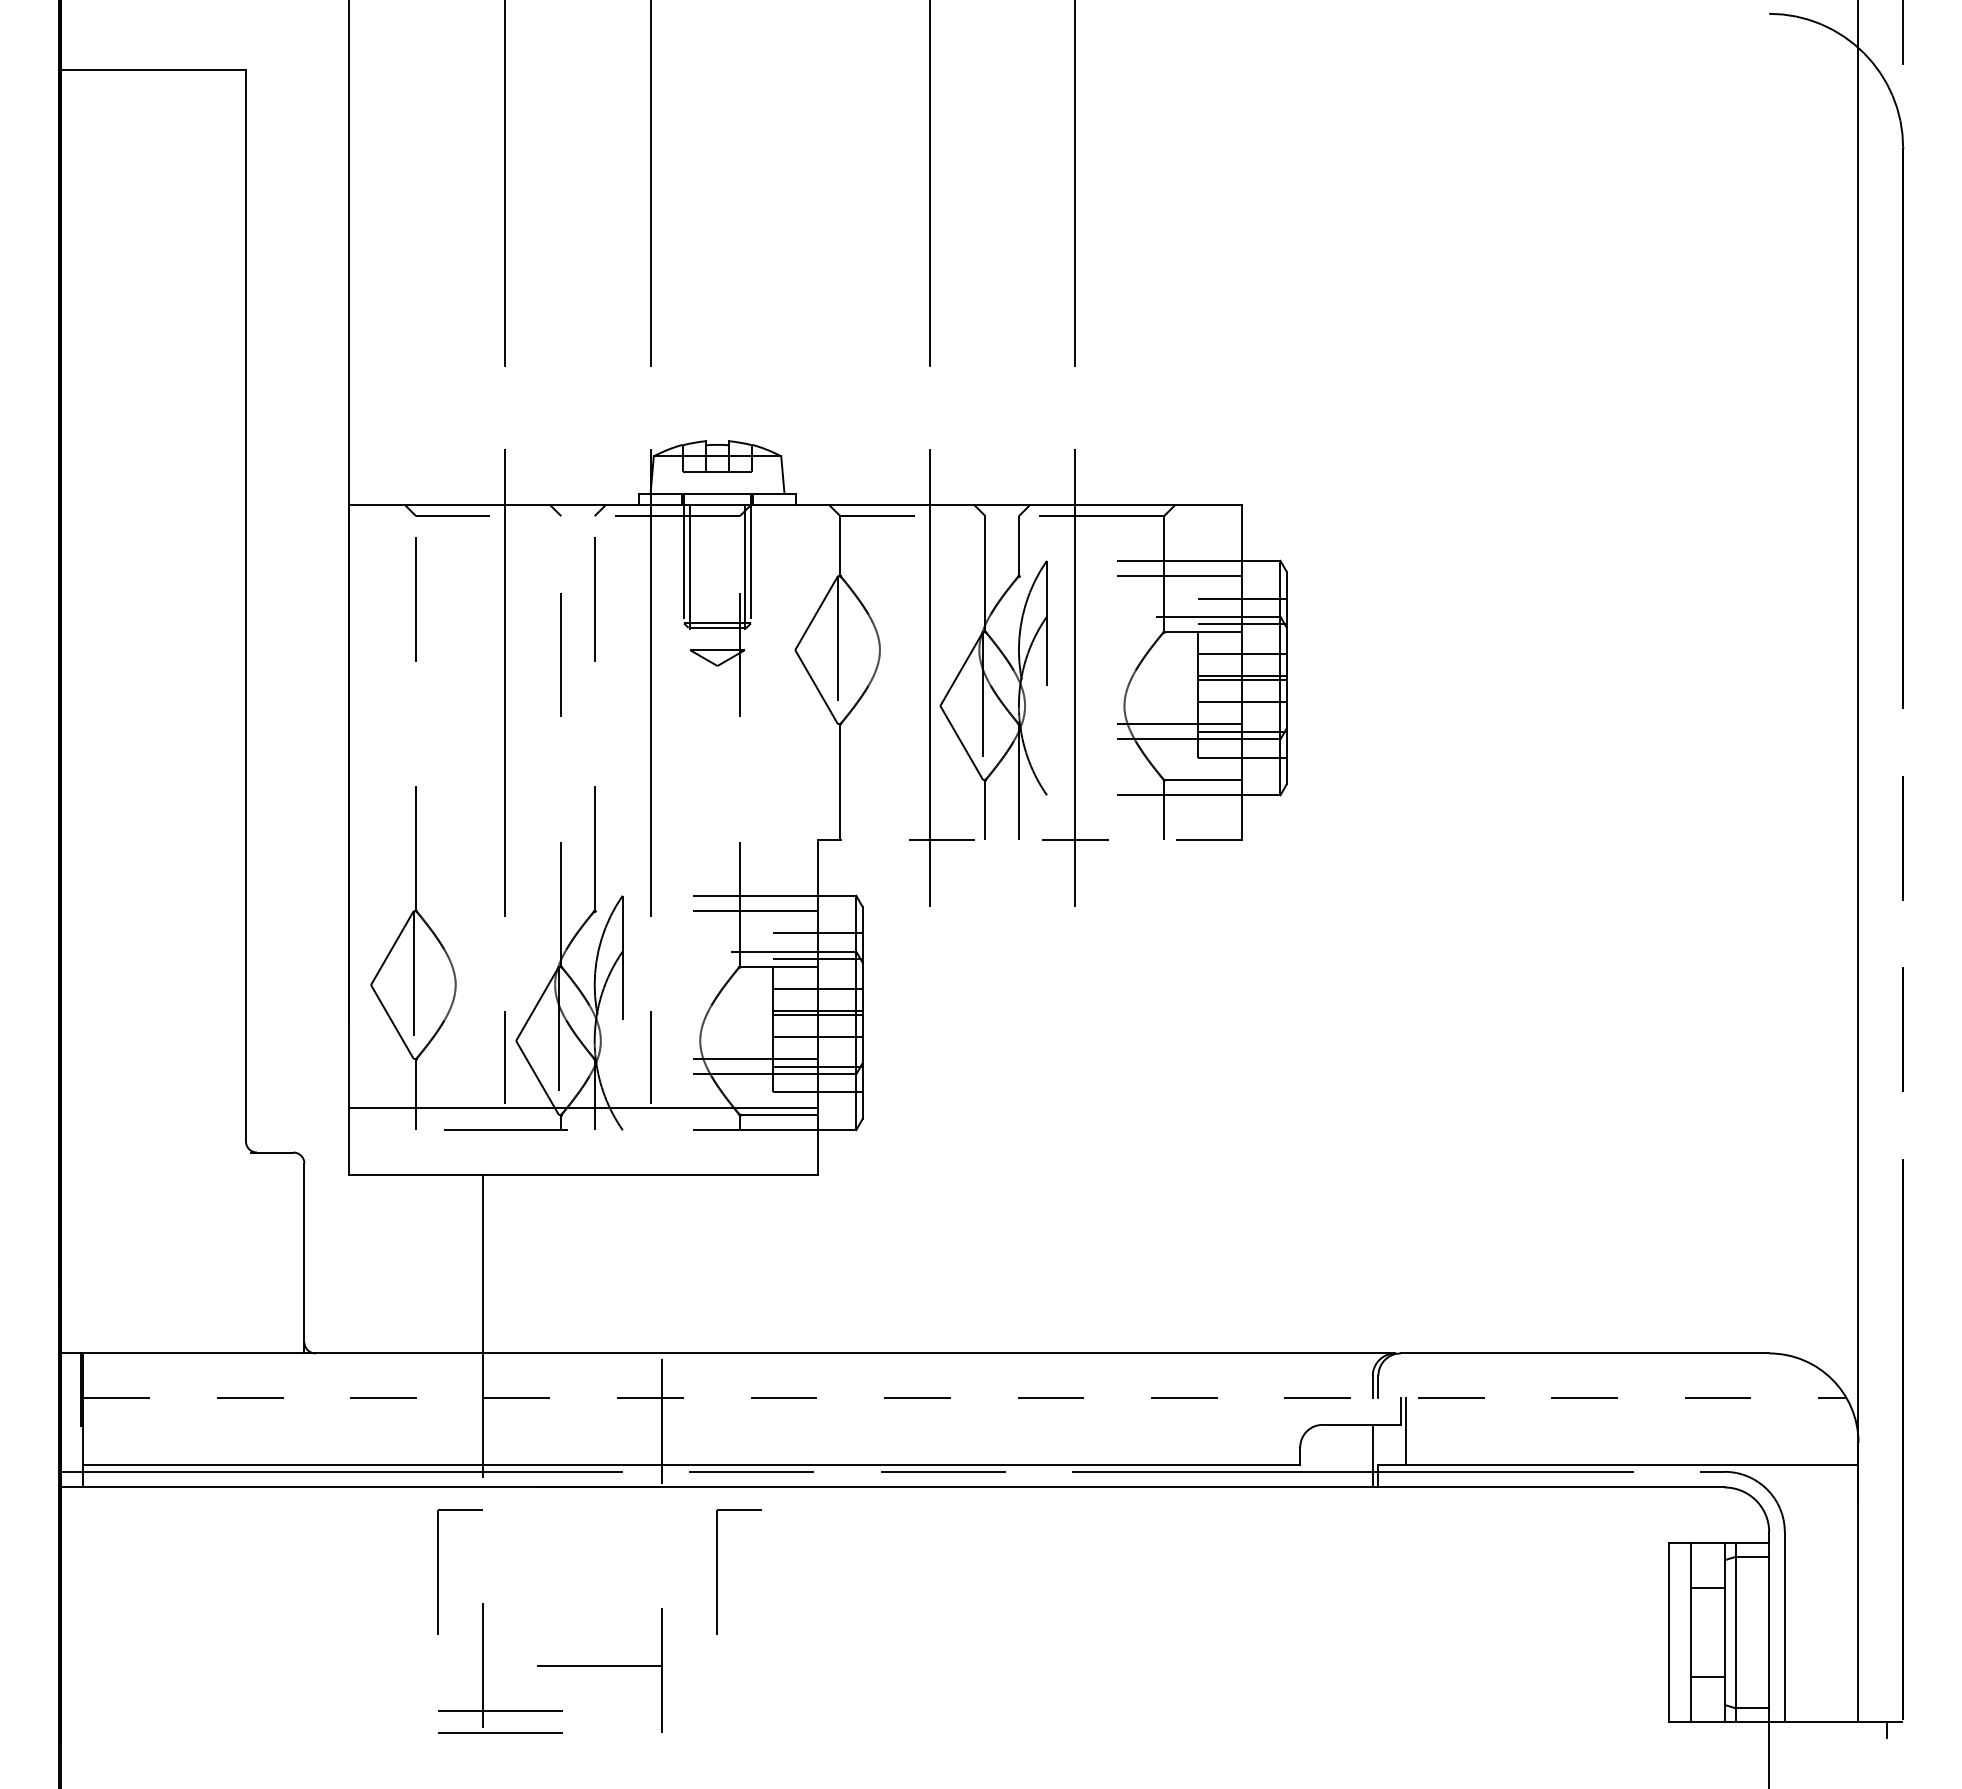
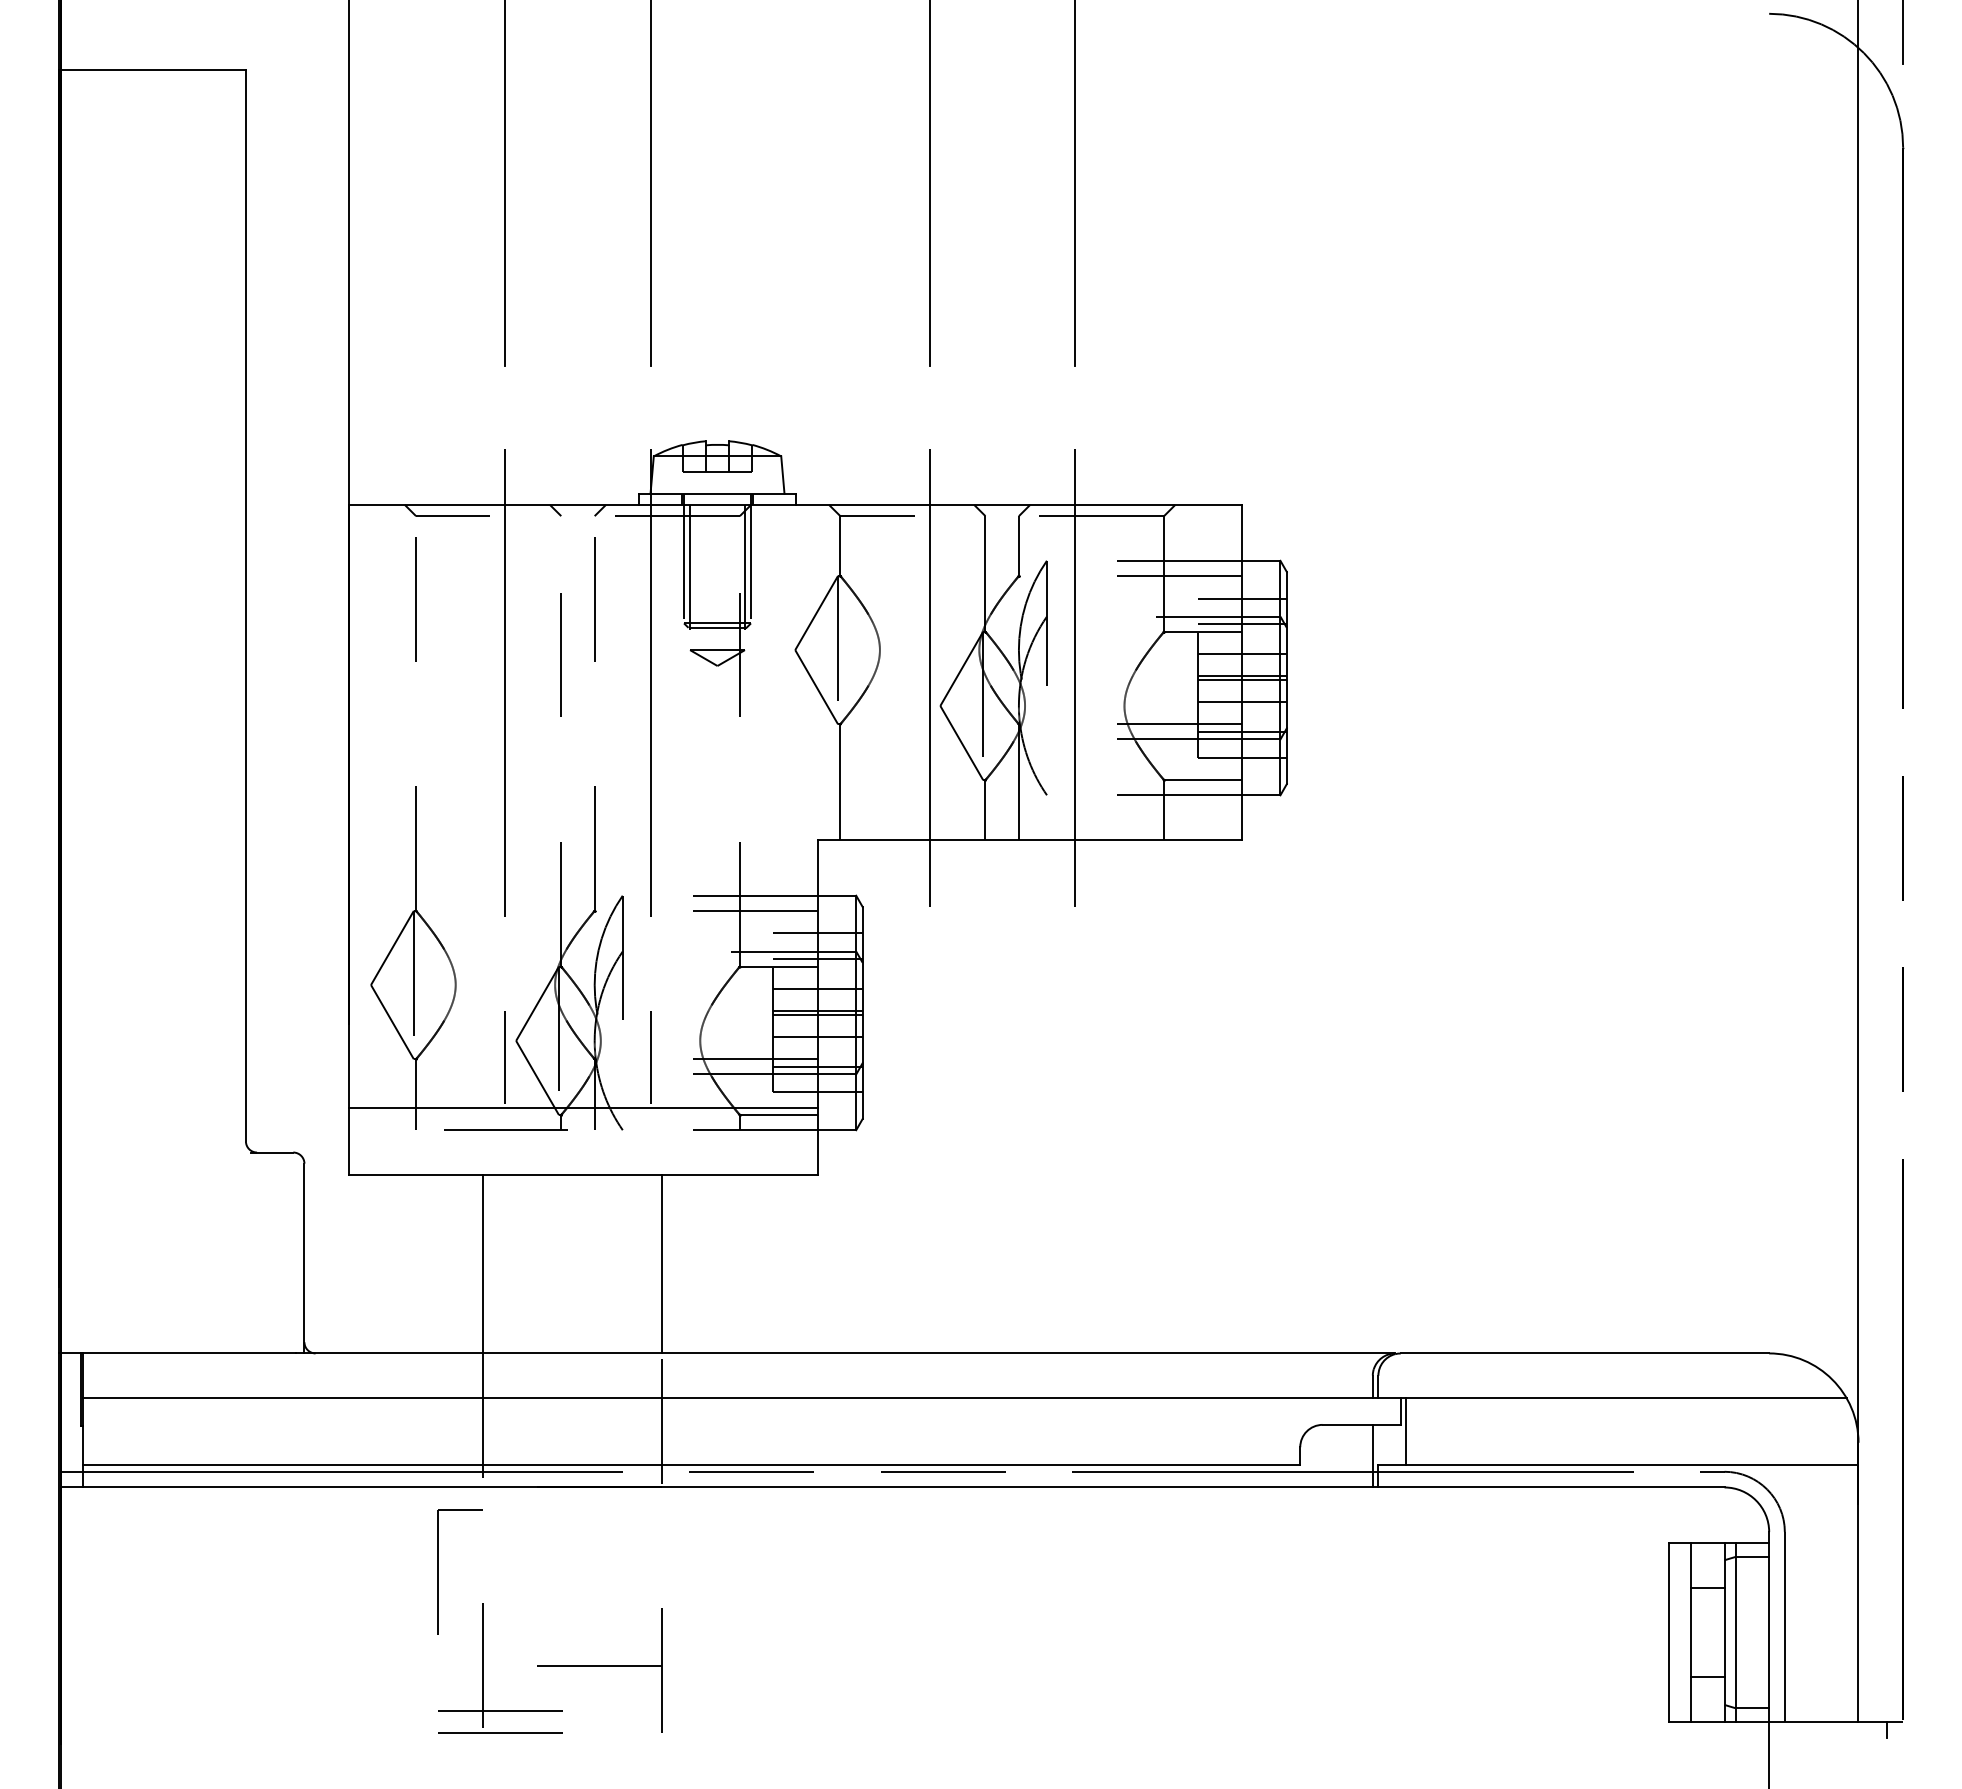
line at (1029, 839): dashed -> solid
line at (661, 1263): none -> present
line at (964, 1398): dashed -> solid
part at (717, 1571): present -> none
